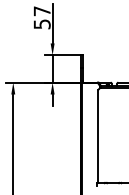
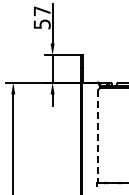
line at (98, 136): solid -> dashed
